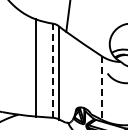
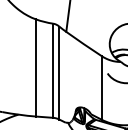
line at (53, 70): dashed -> solid
line at (101, 87): dashed -> solid
